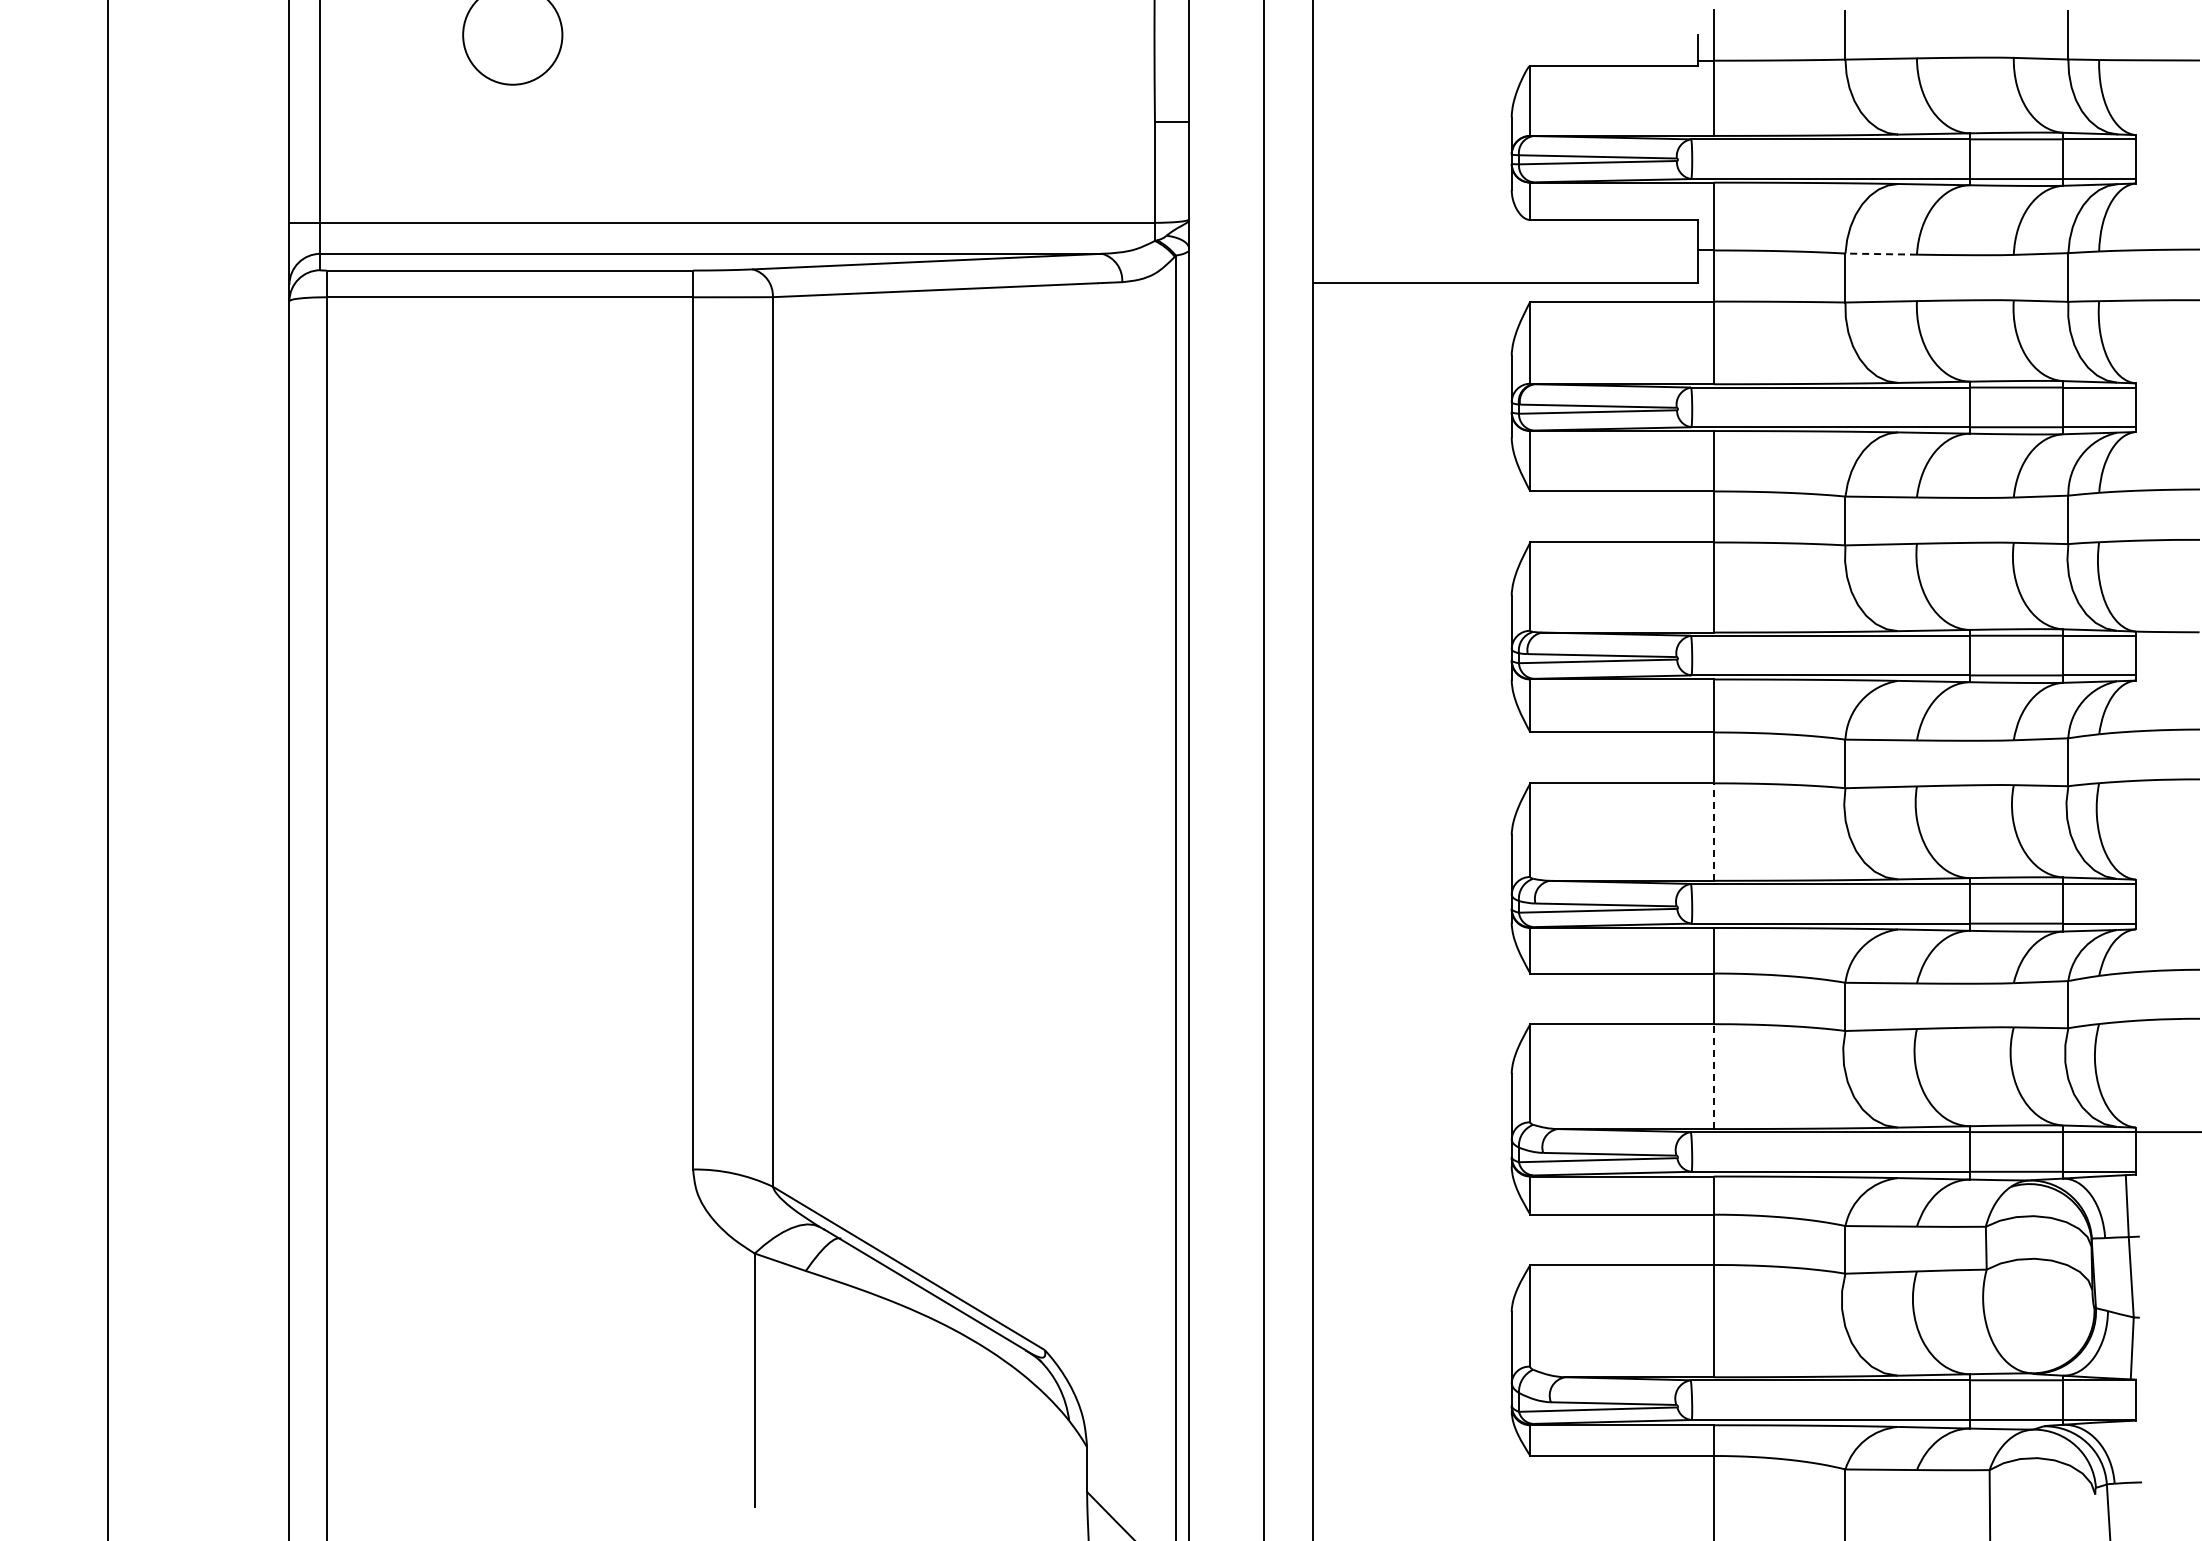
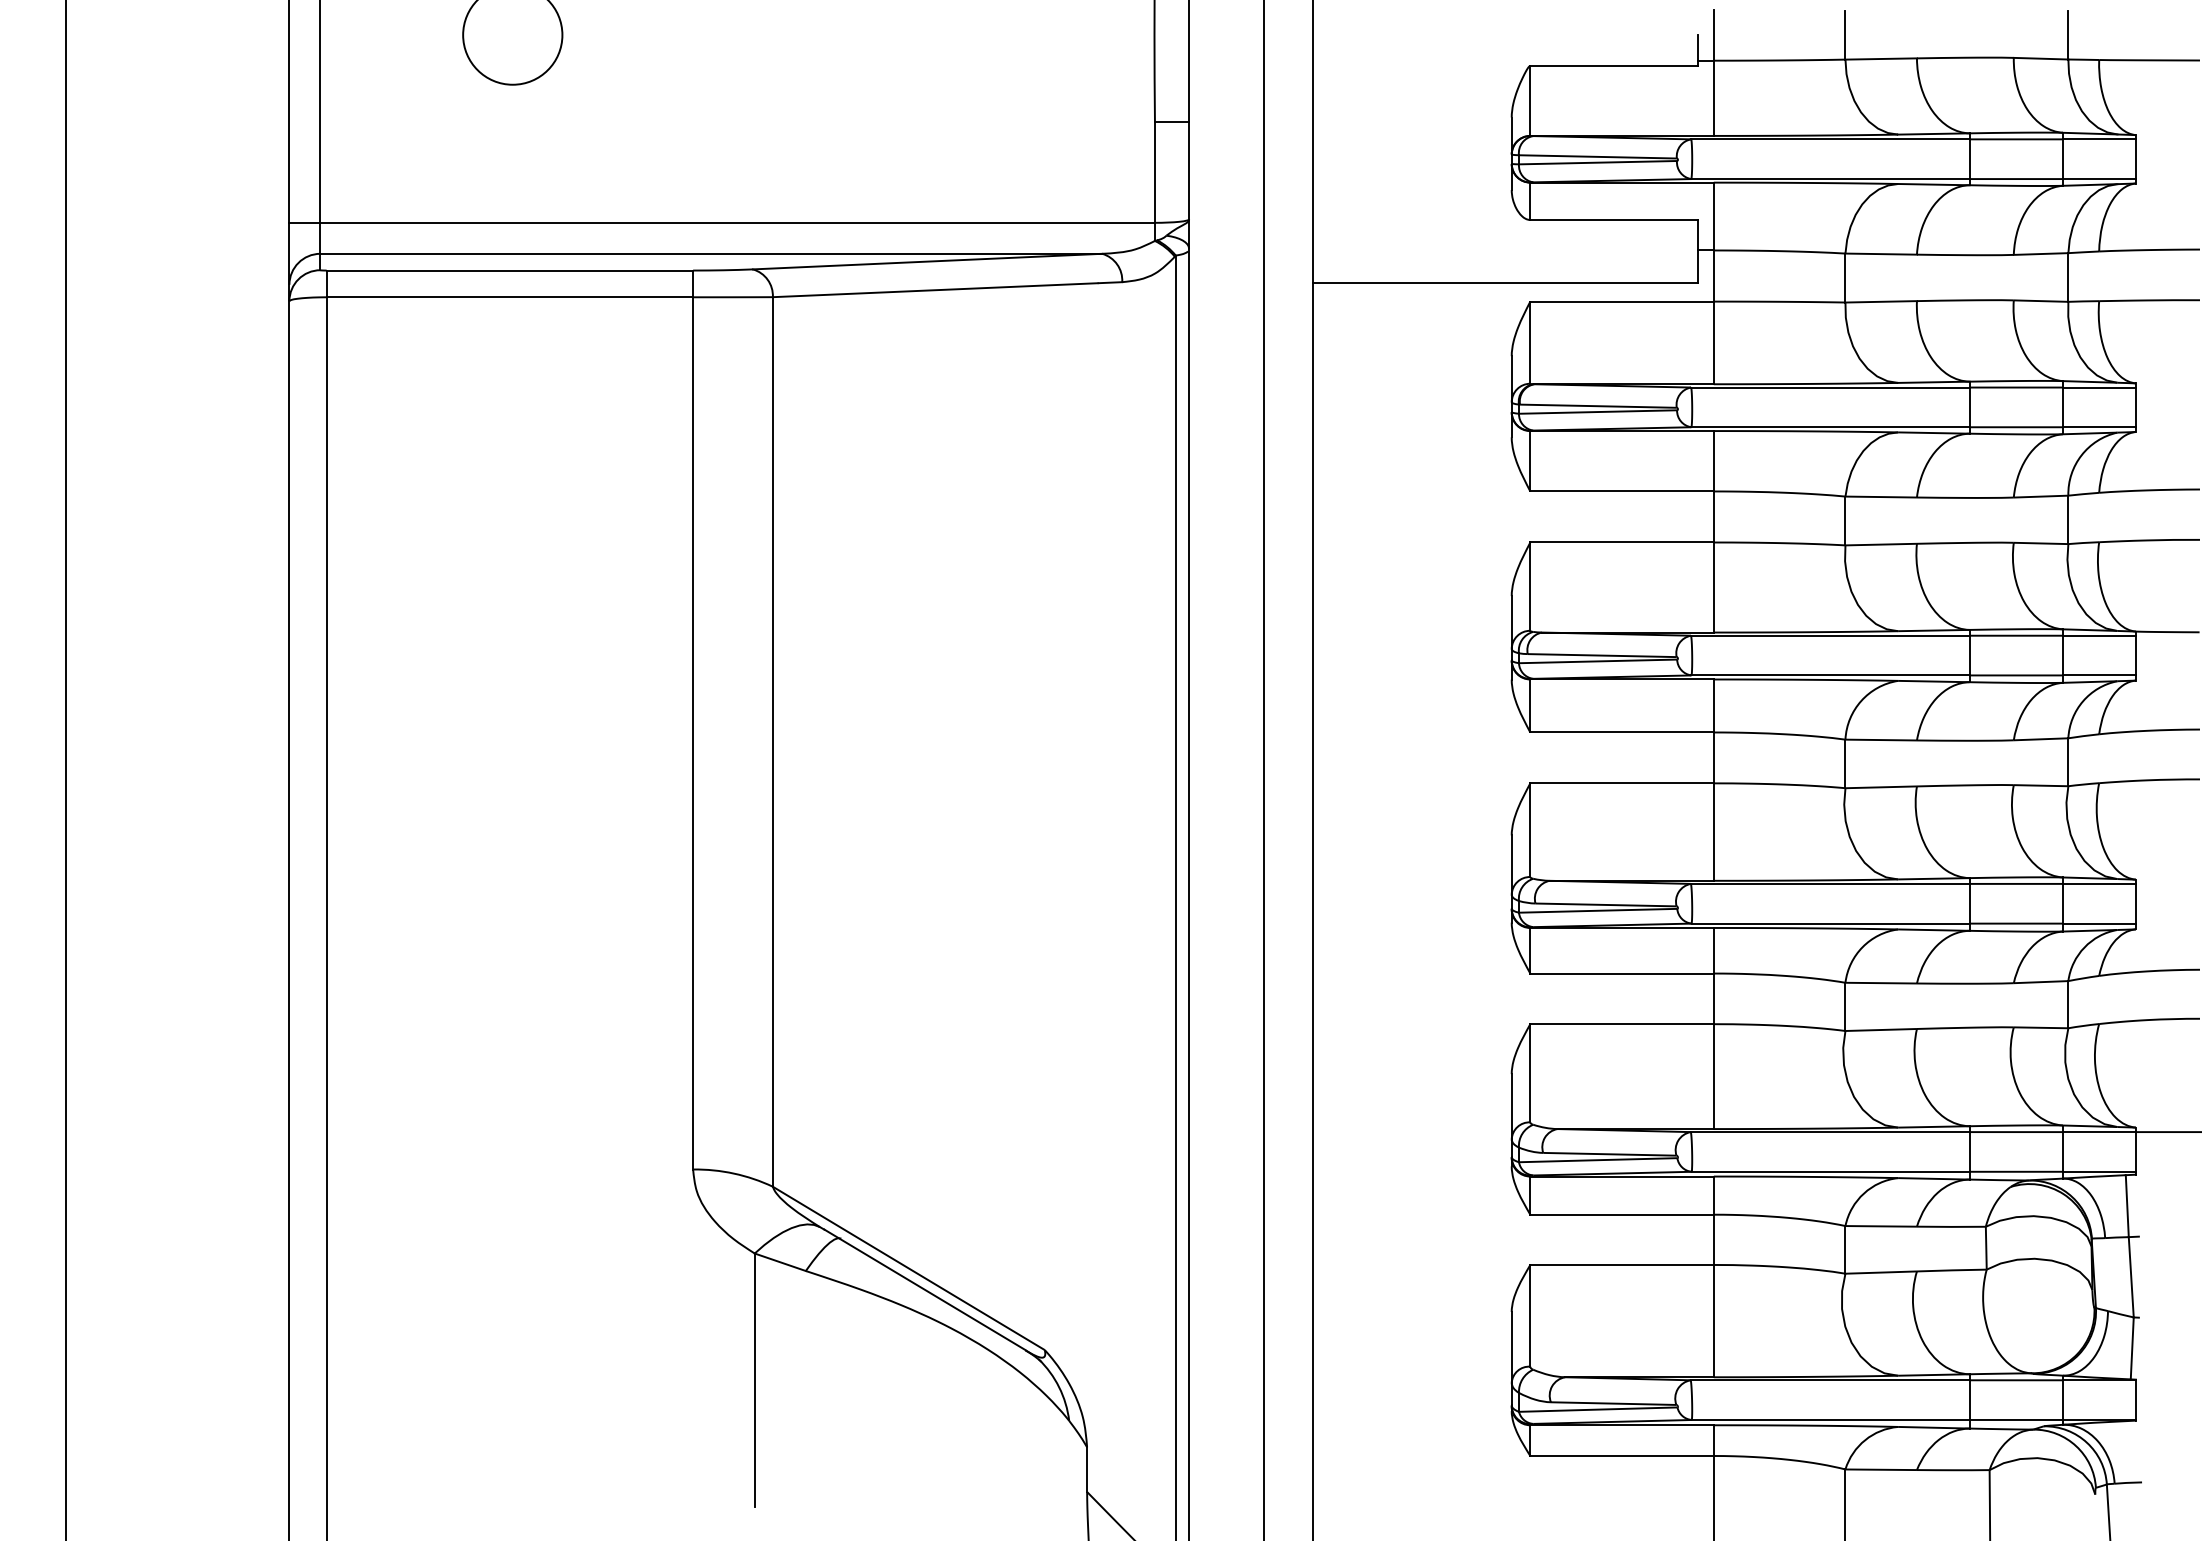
line at (1881, 254): dashed -> solid
line at (108, 769) position: (108, 769) -> (66, 769)
line at (1713, 832): dashed -> solid
line at (1713, 1076): dashed -> solid
